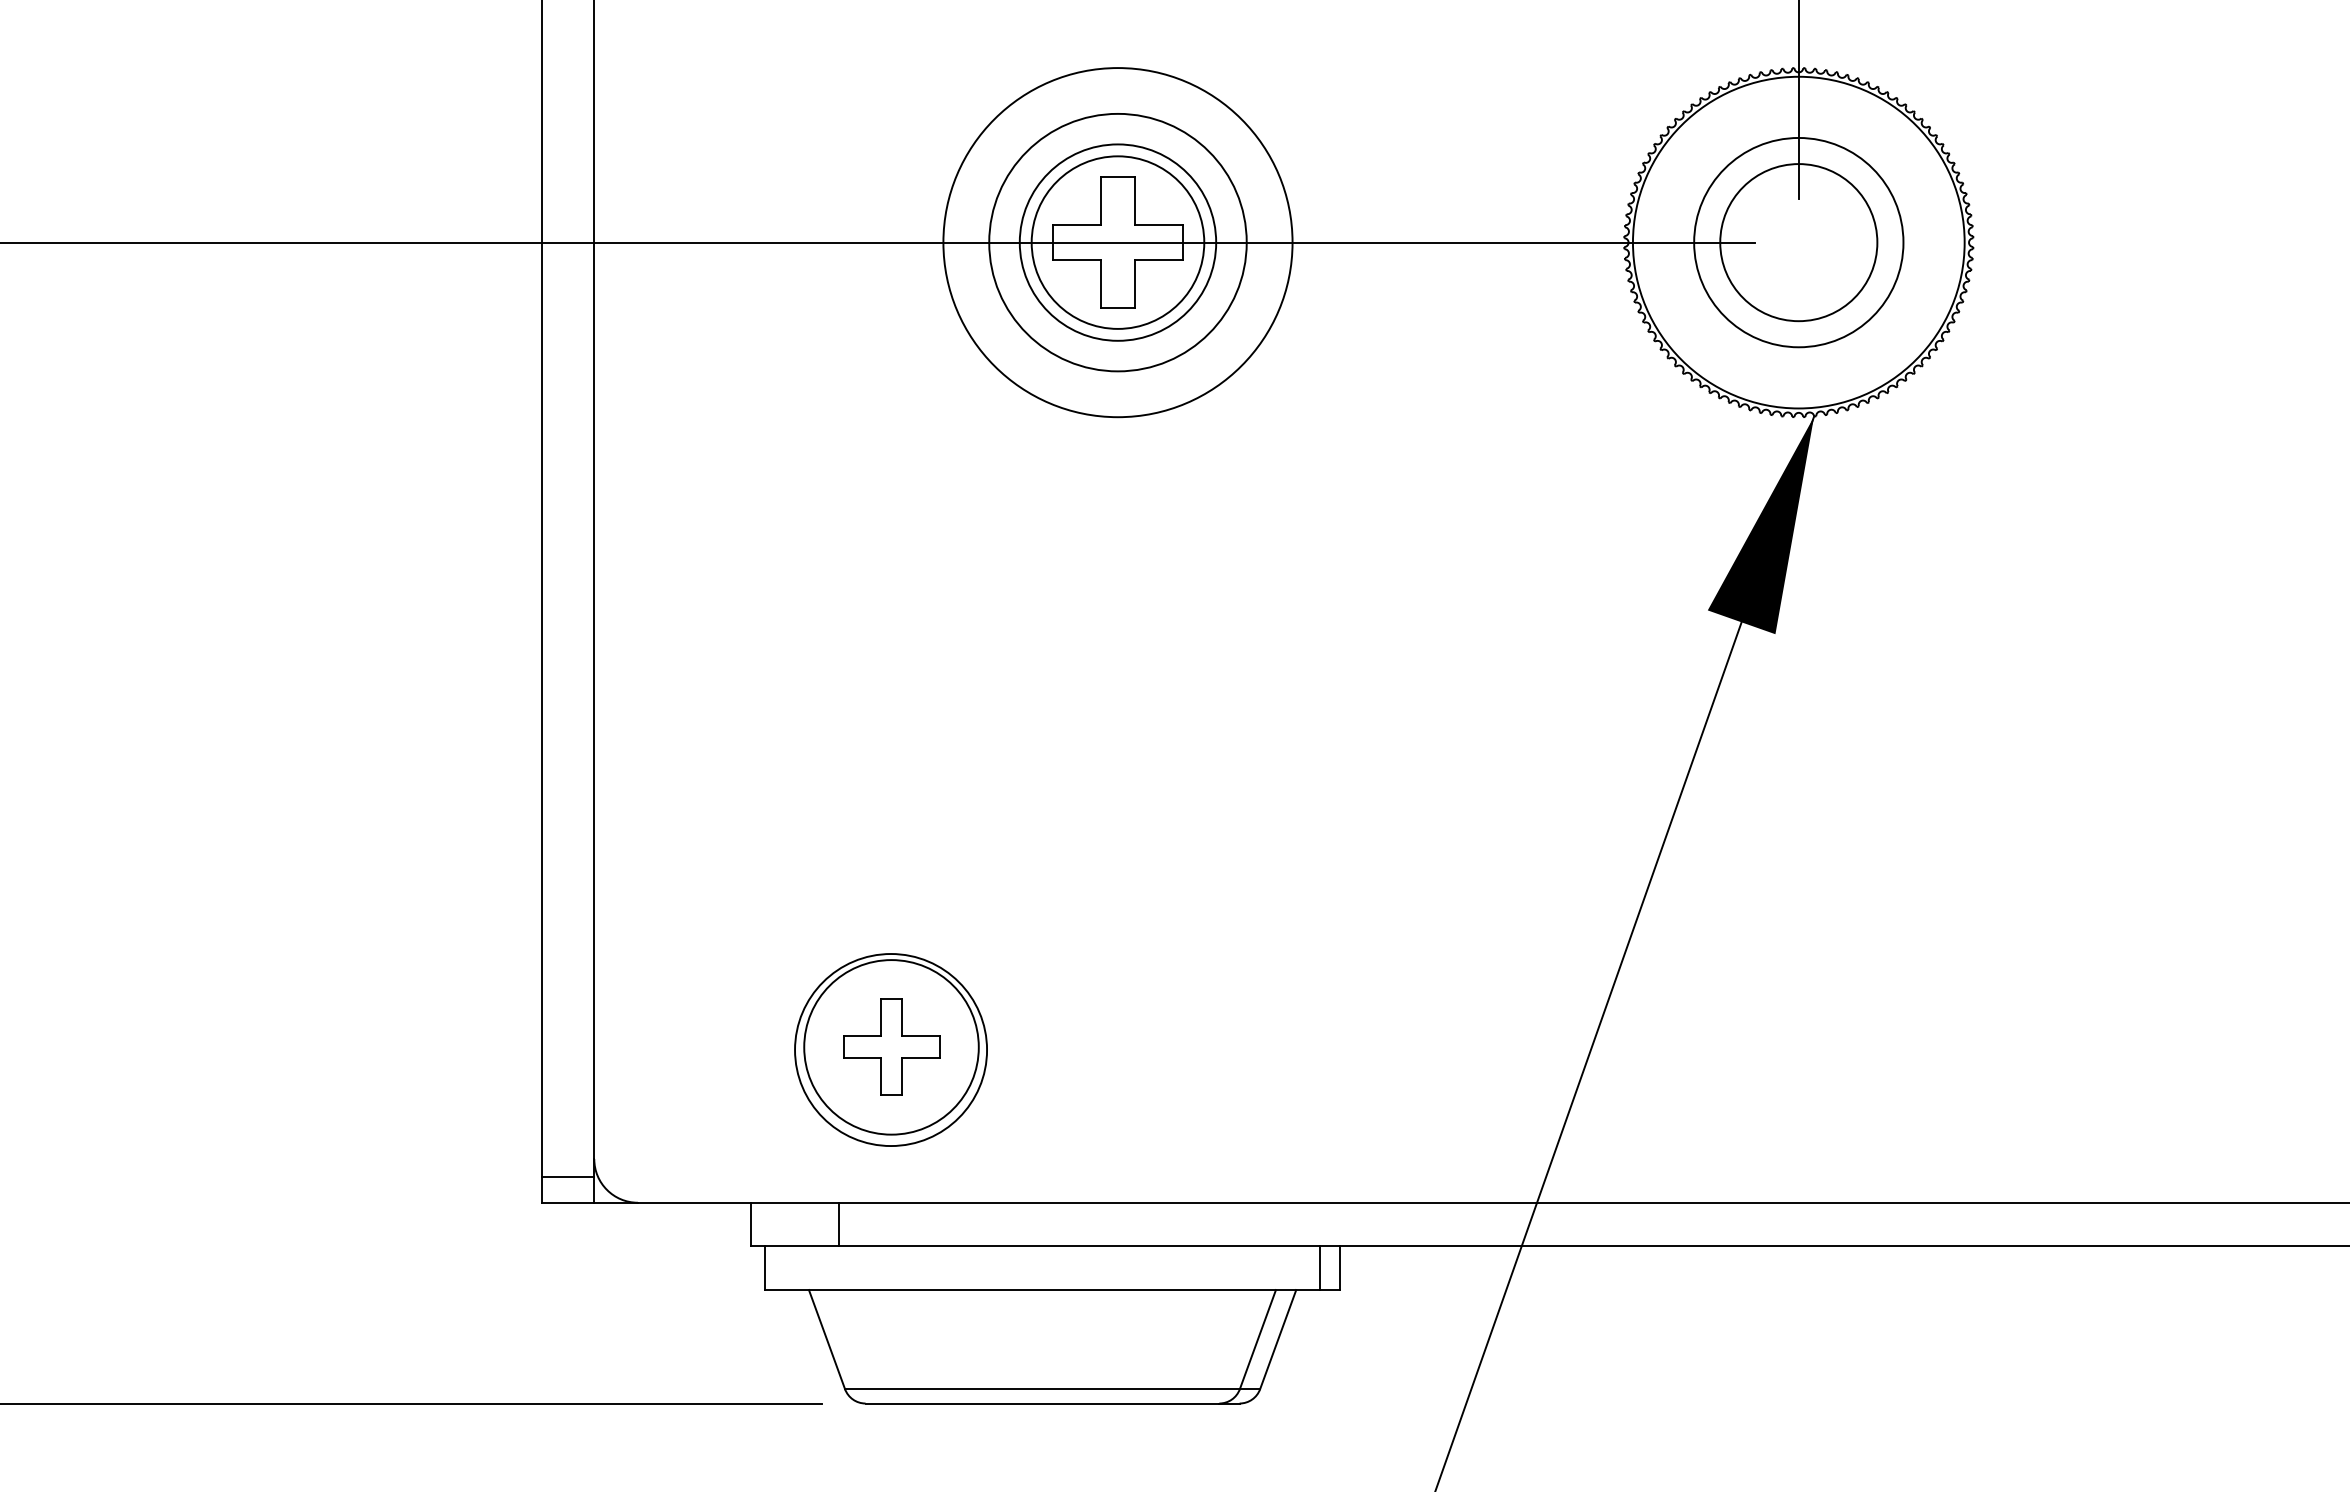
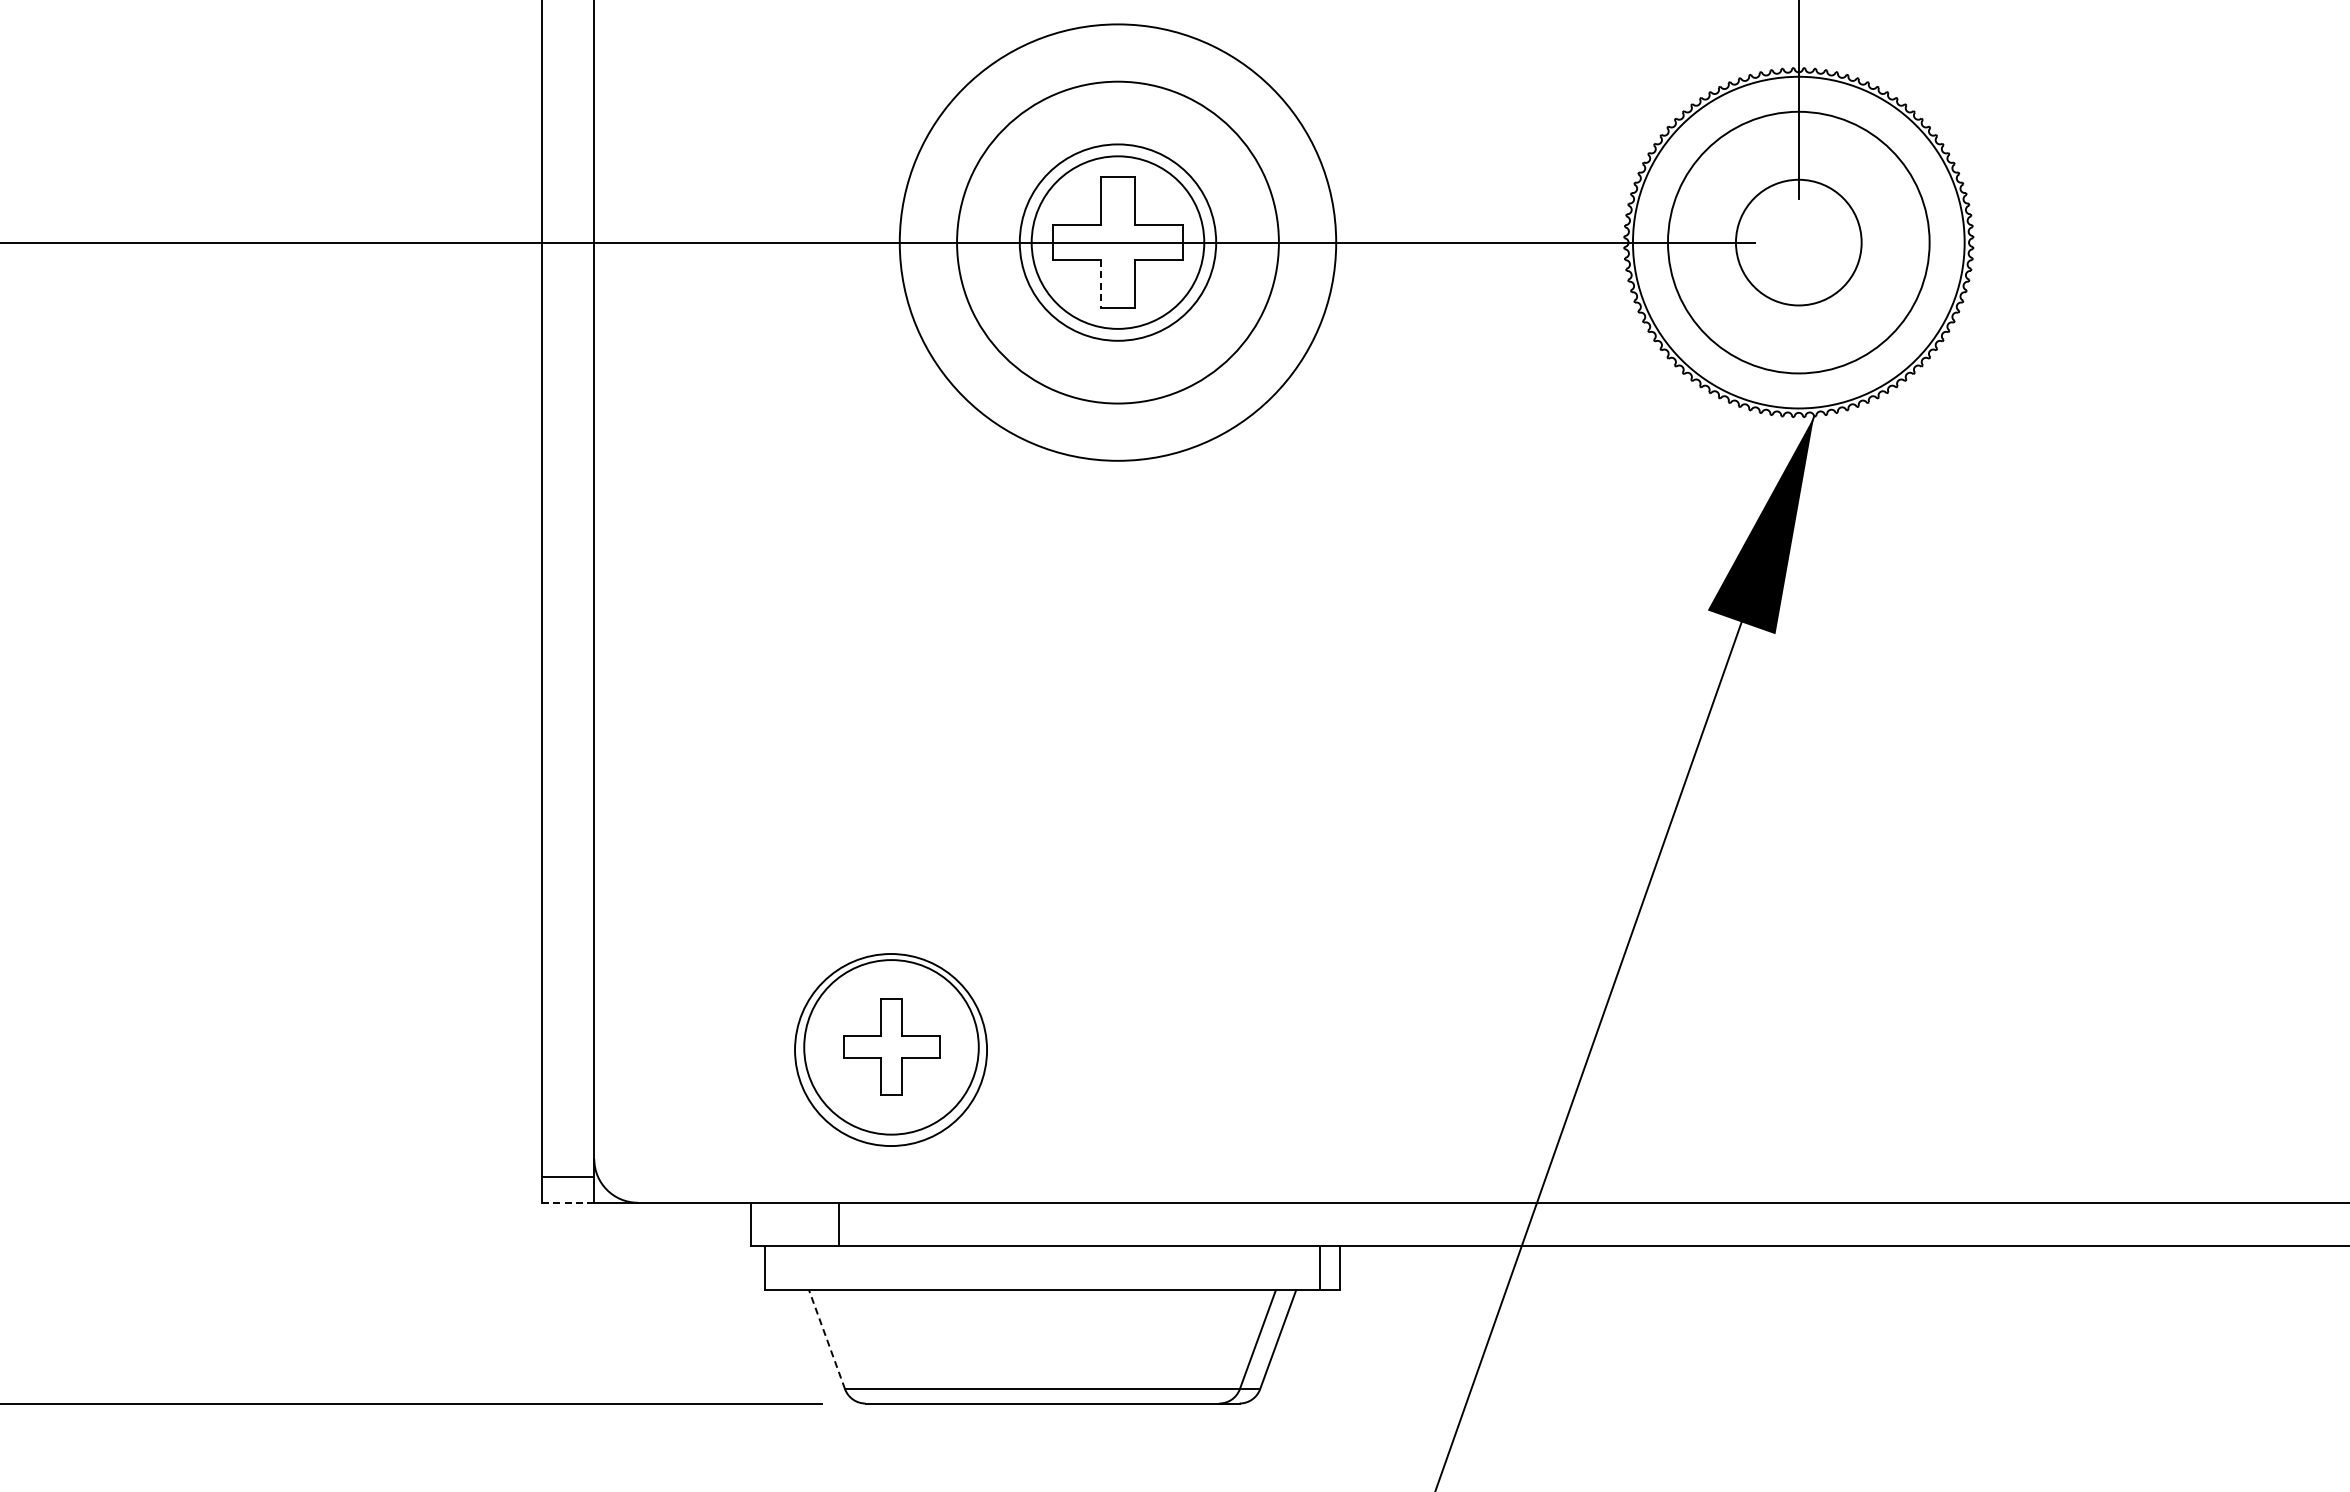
circle at (1117, 242) diameter: 257 px -> 322 px
circle at (1117, 242) diameter: 349 px -> 436 px
circle at (1798, 242) diameter: 157 px -> 126 px
circle at (1798, 242) diameter: 209 px -> 262 px
line at (1100, 284): solid -> dashed
line at (568, 1202): solid -> dashed
line at (827, 1339): solid -> dashed
